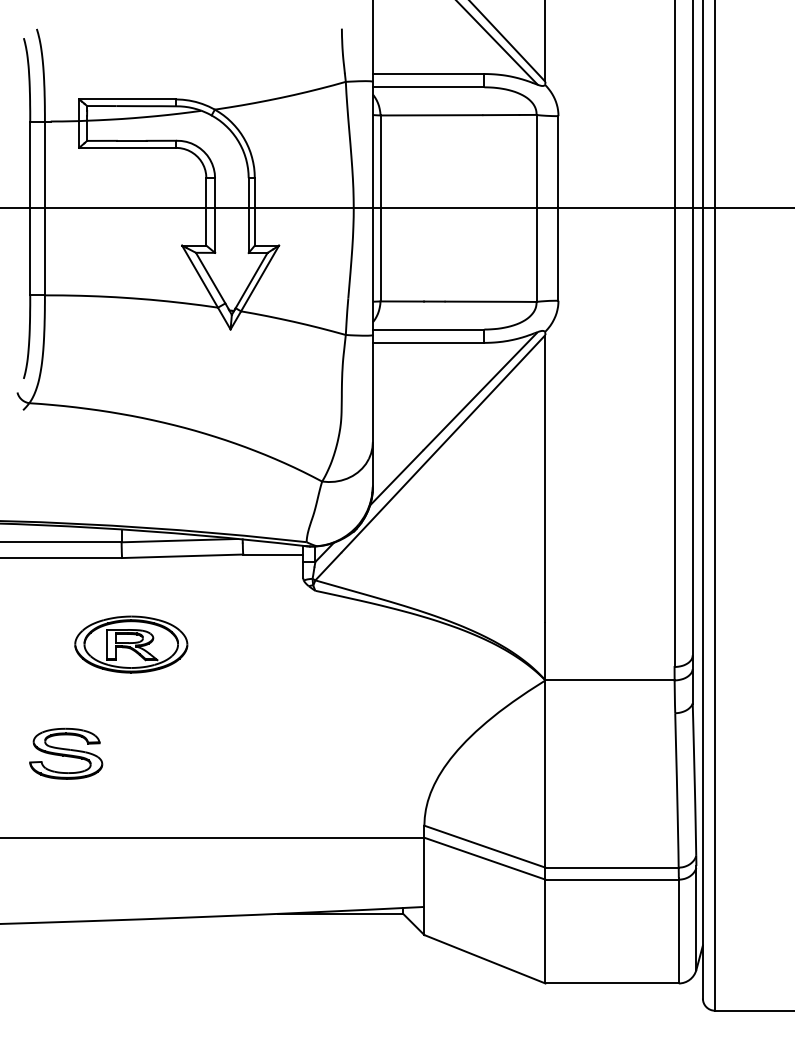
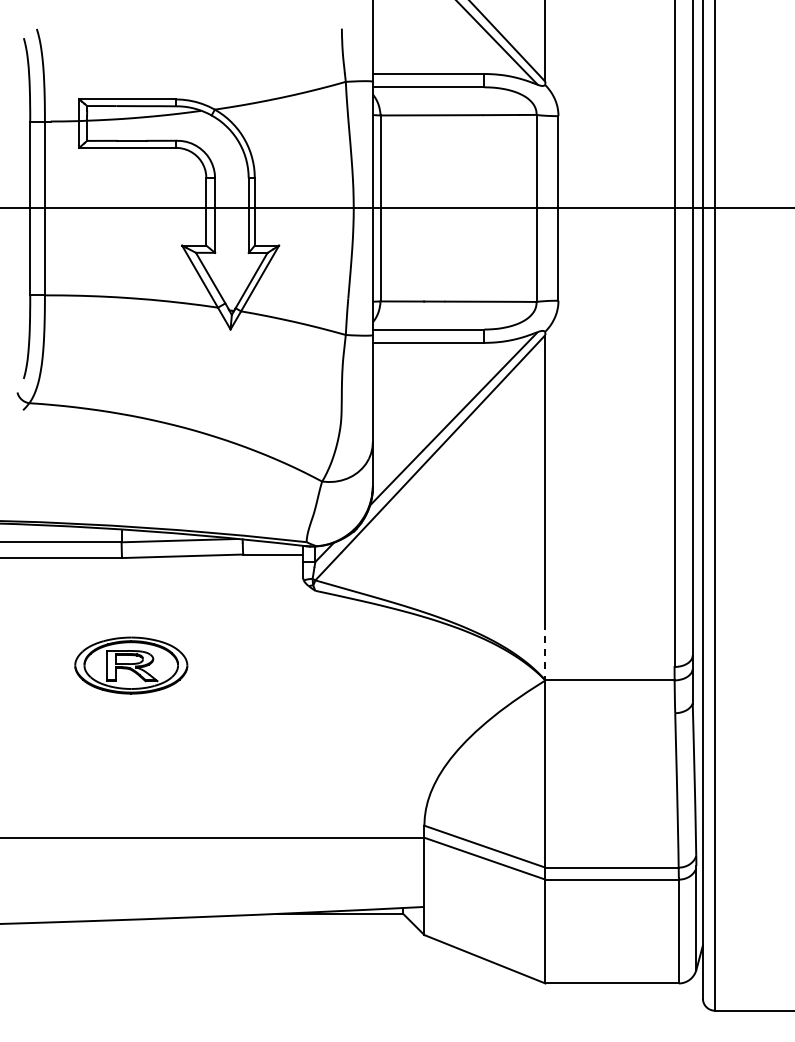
part at (131, 644) position: (131, 644) -> (131, 665)
line at (545, 651): solid -> dashed
part at (66, 753): present -> none
